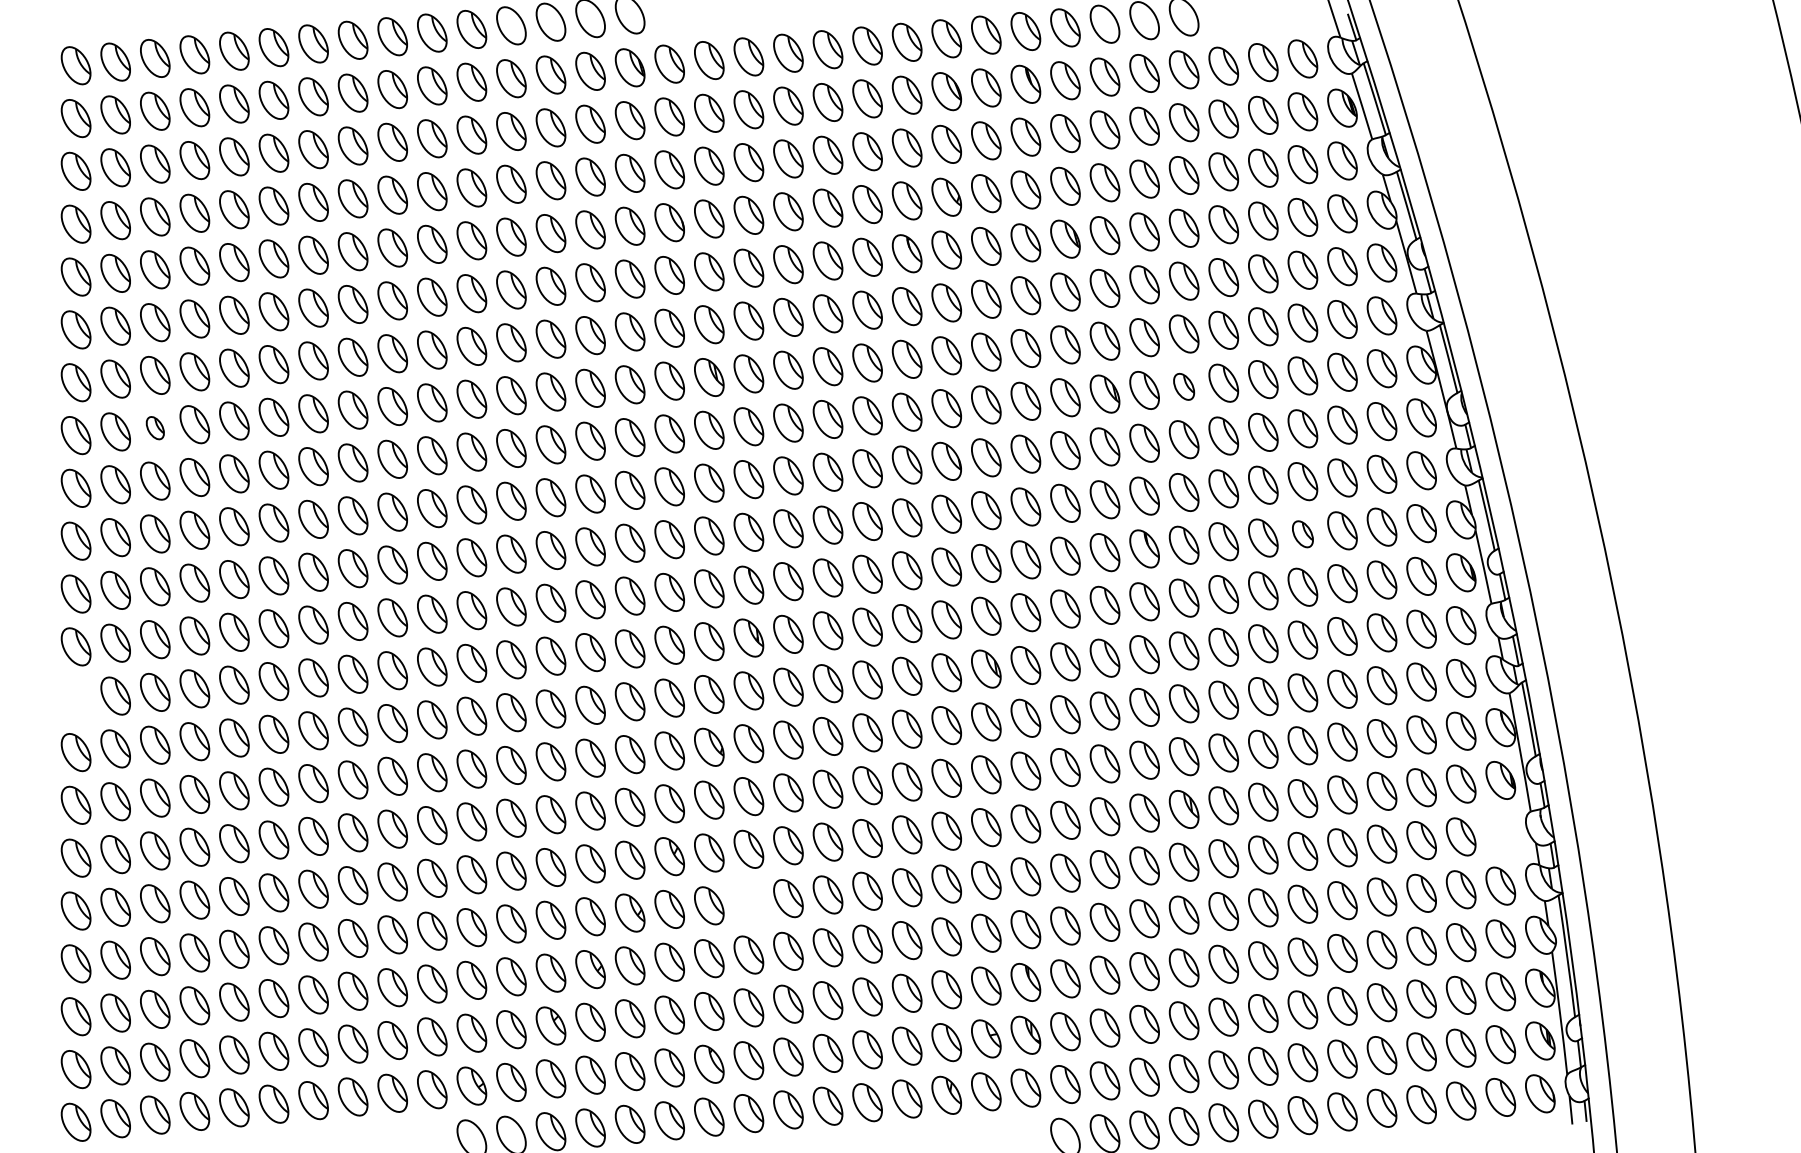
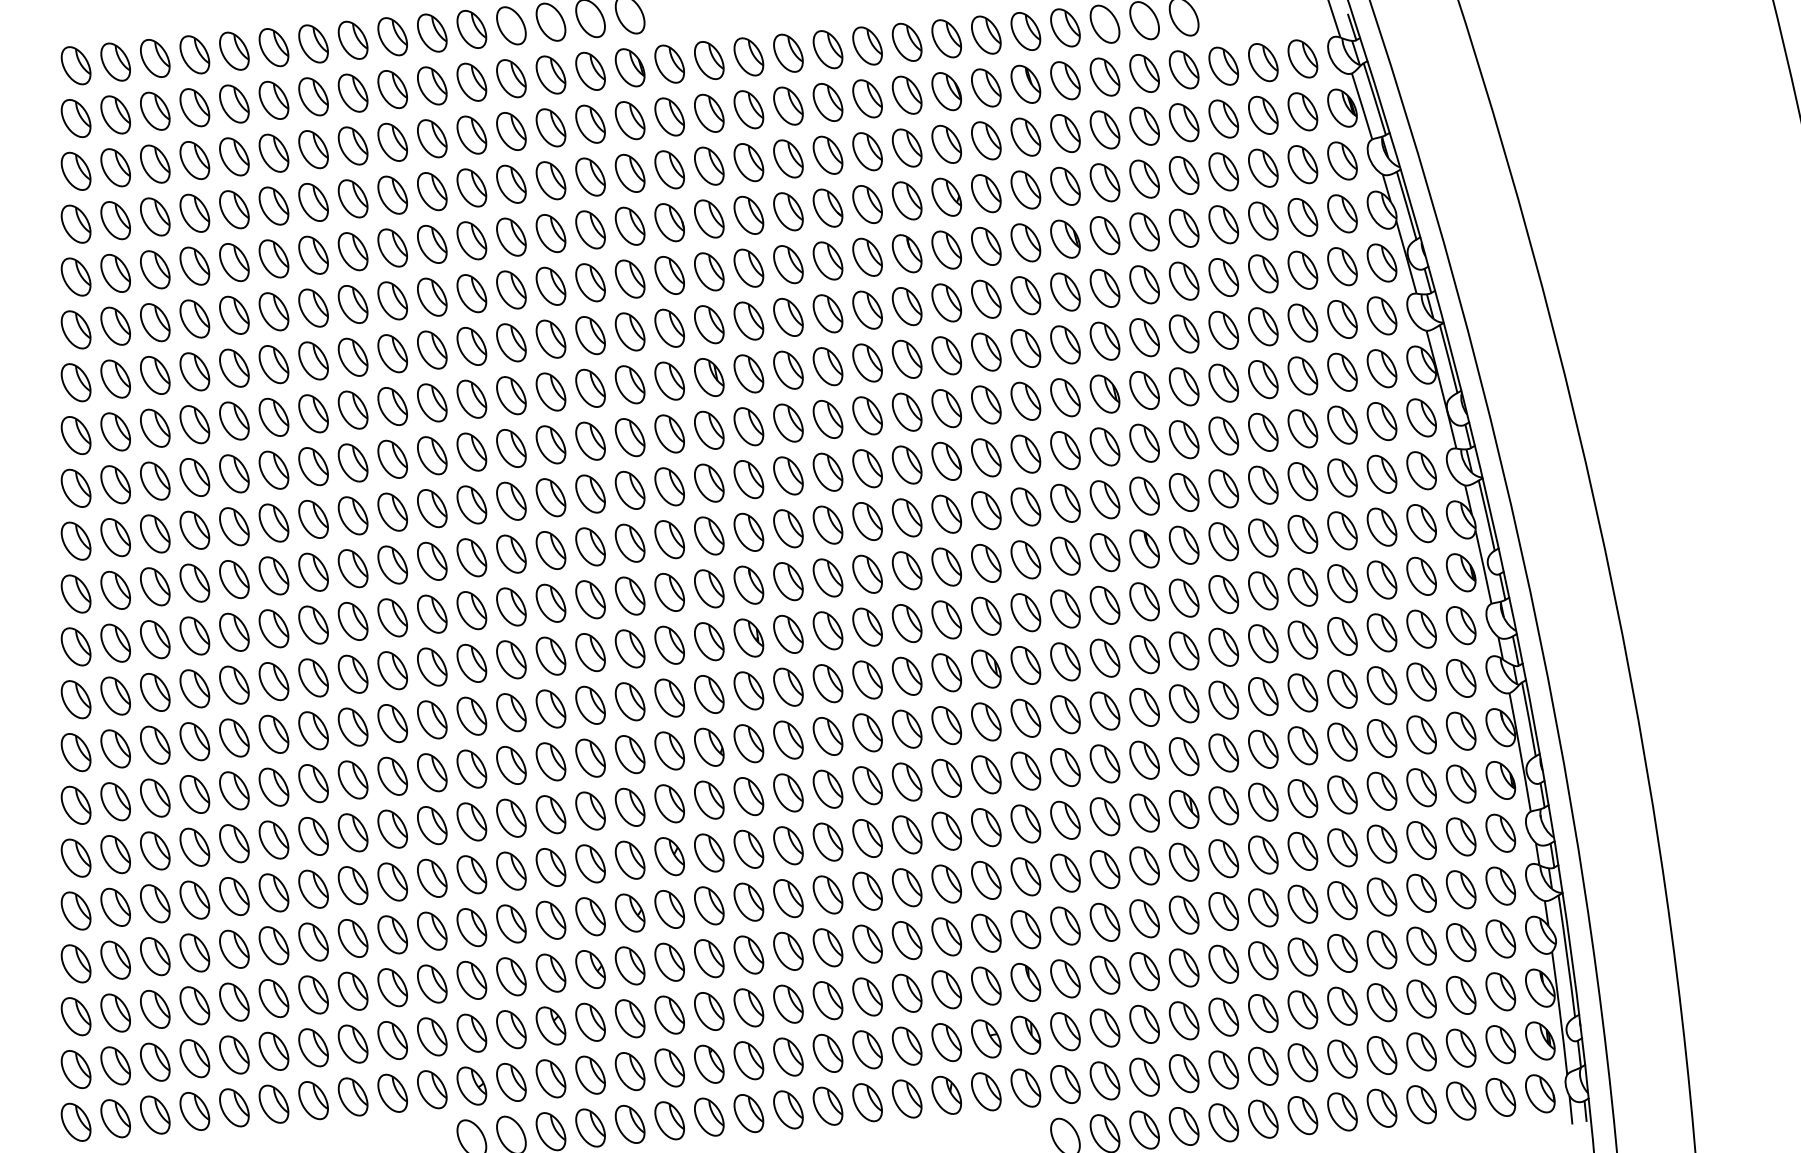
part at (1184, 386) size: 23x29 px -> 32x40 px
part at (154, 428) size: 20x25 px -> 31x40 px
part at (1302, 534) size: 22x29 px -> 32x40 px
part at (75, 699): none -> present
part at (1500, 832): none -> present
part at (748, 901): none -> present
